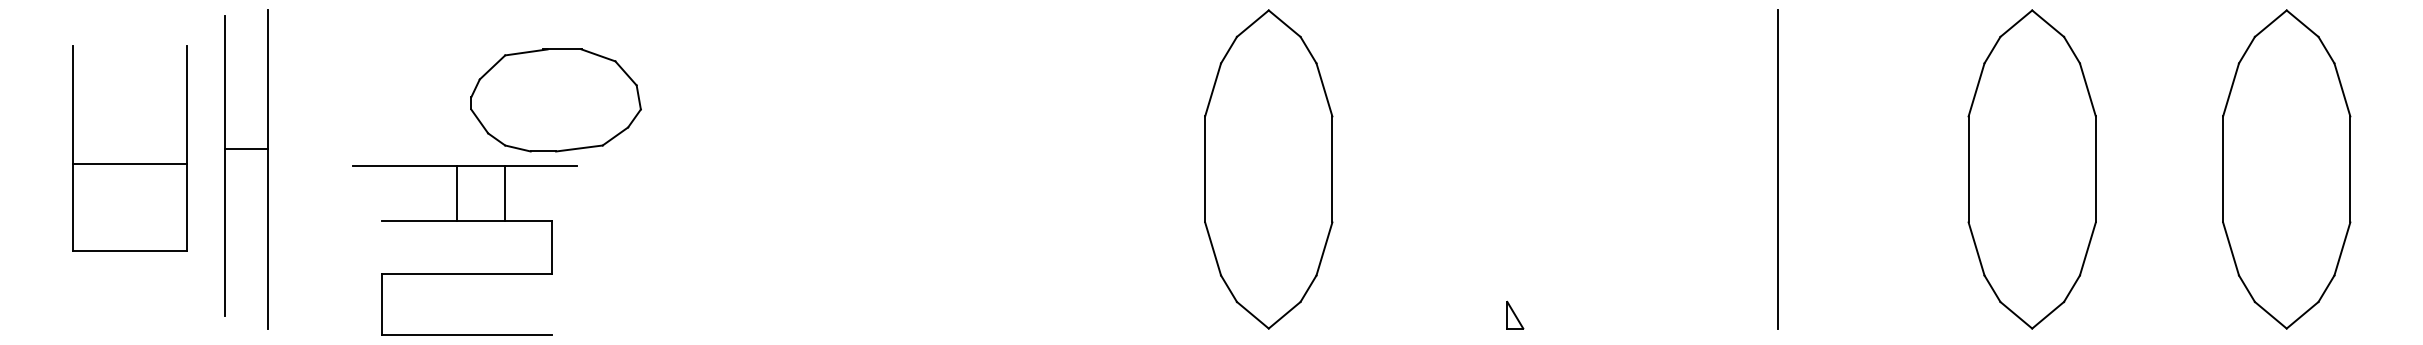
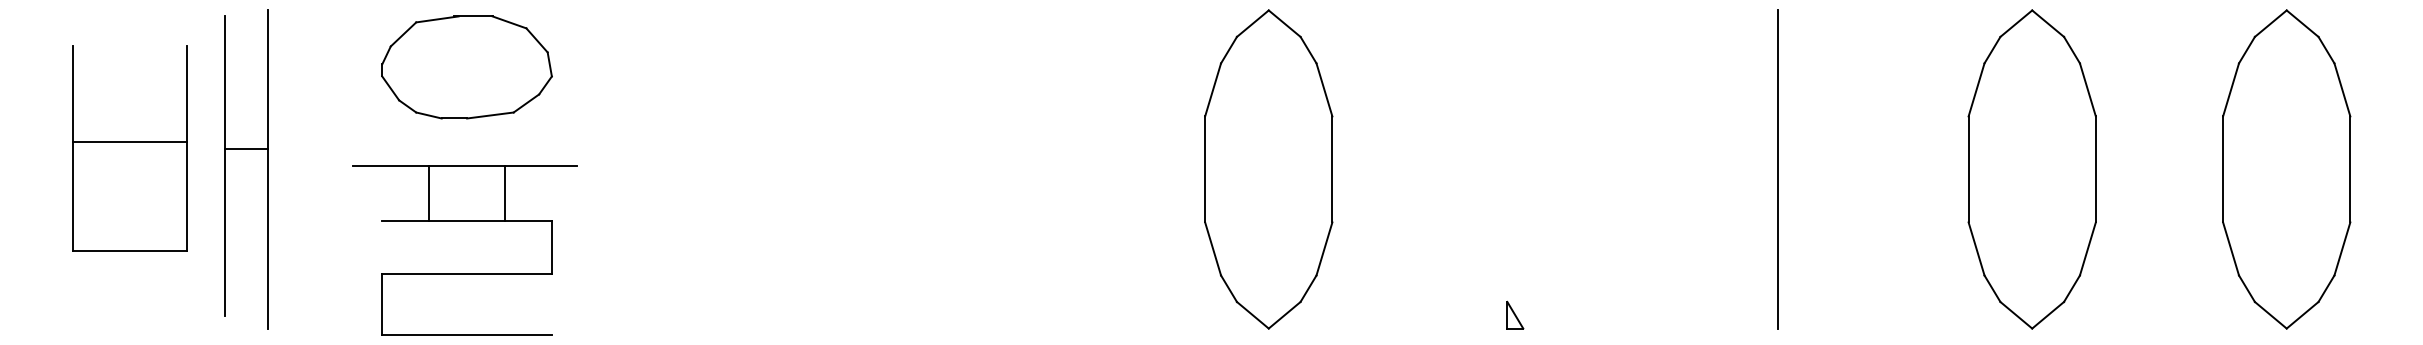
part at (555, 100) position: (555, 100) -> (466, 67)
line at (129, 164) position: (129, 164) -> (129, 142)
line at (456, 193) position: (456, 193) -> (428, 193)
